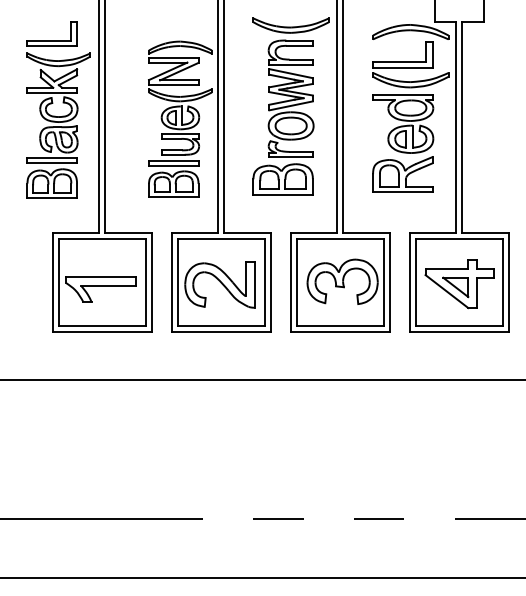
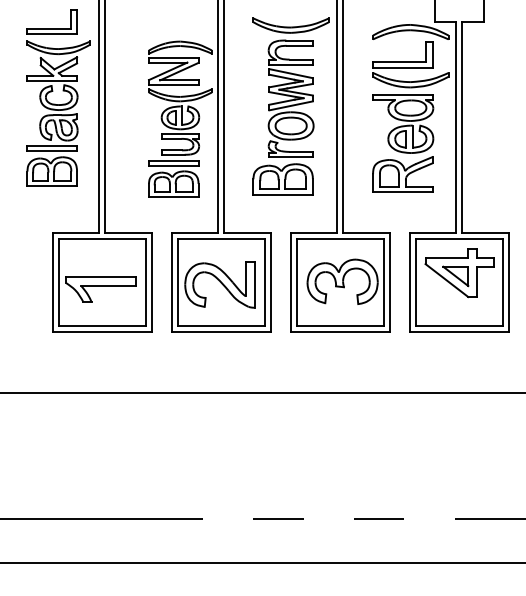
part at (55, 115) position: (55, 115) -> (55, 103)
part at (459, 284) position: (459, 284) -> (459, 273)
line at (262, 379) position: (262, 379) -> (262, 392)
line at (262, 578) position: (262, 578) -> (262, 563)
